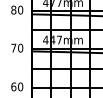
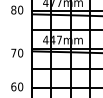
text at (17, 47) position: (17, 47) -> (17, 52)
